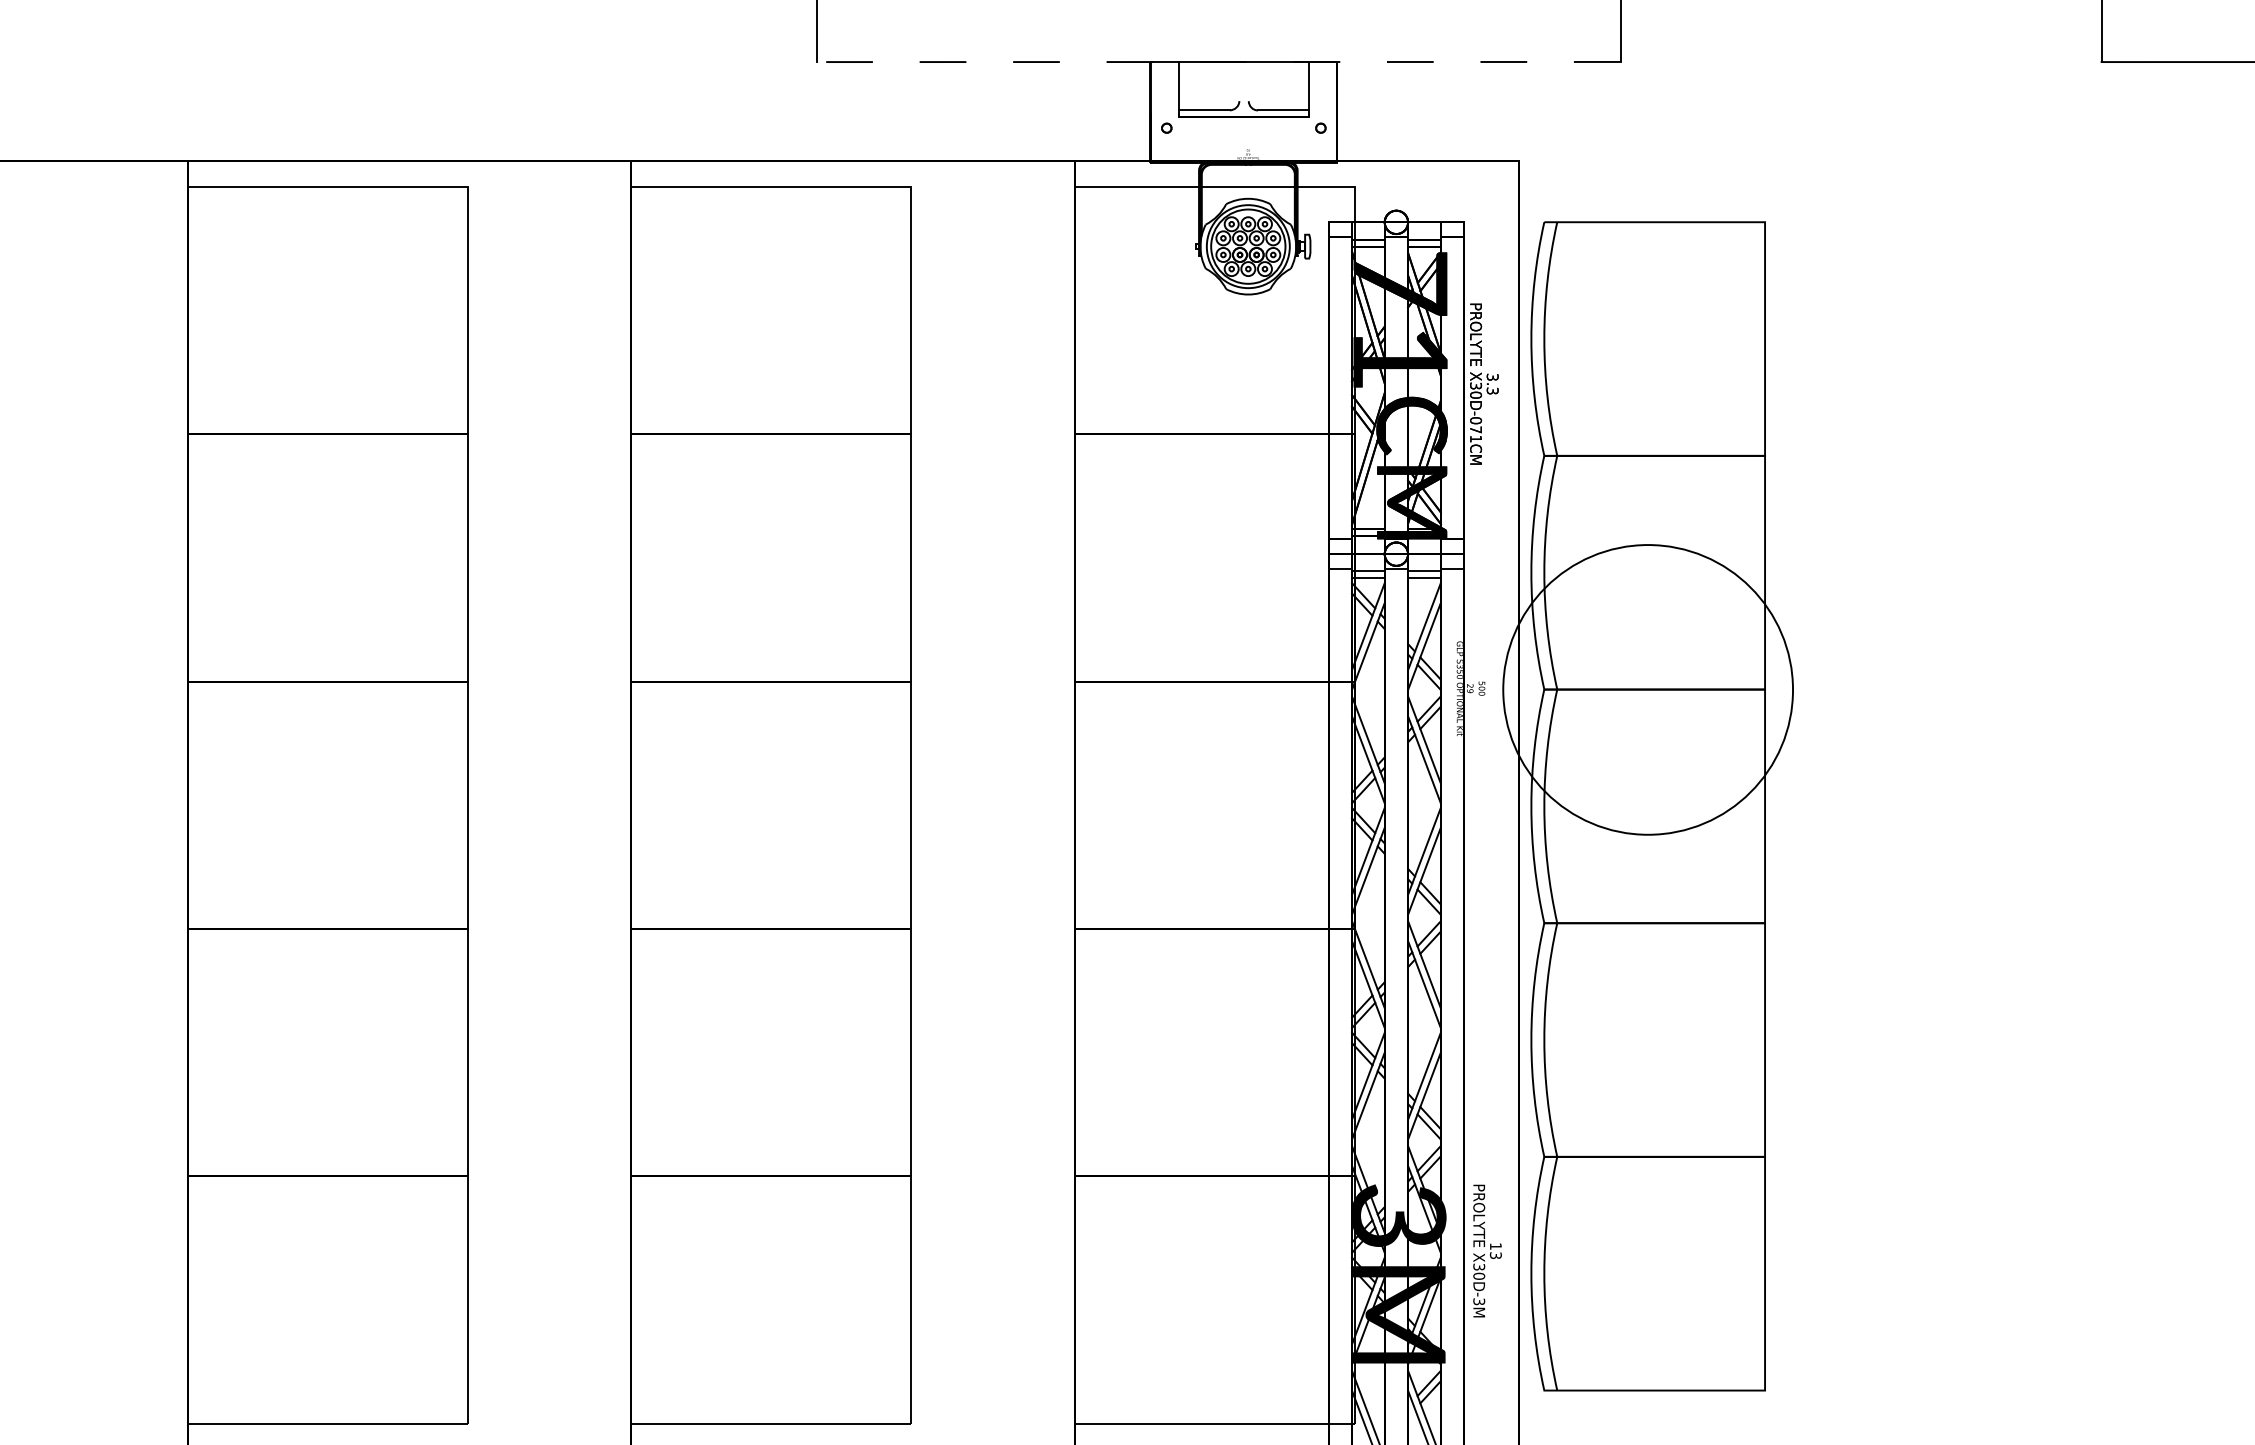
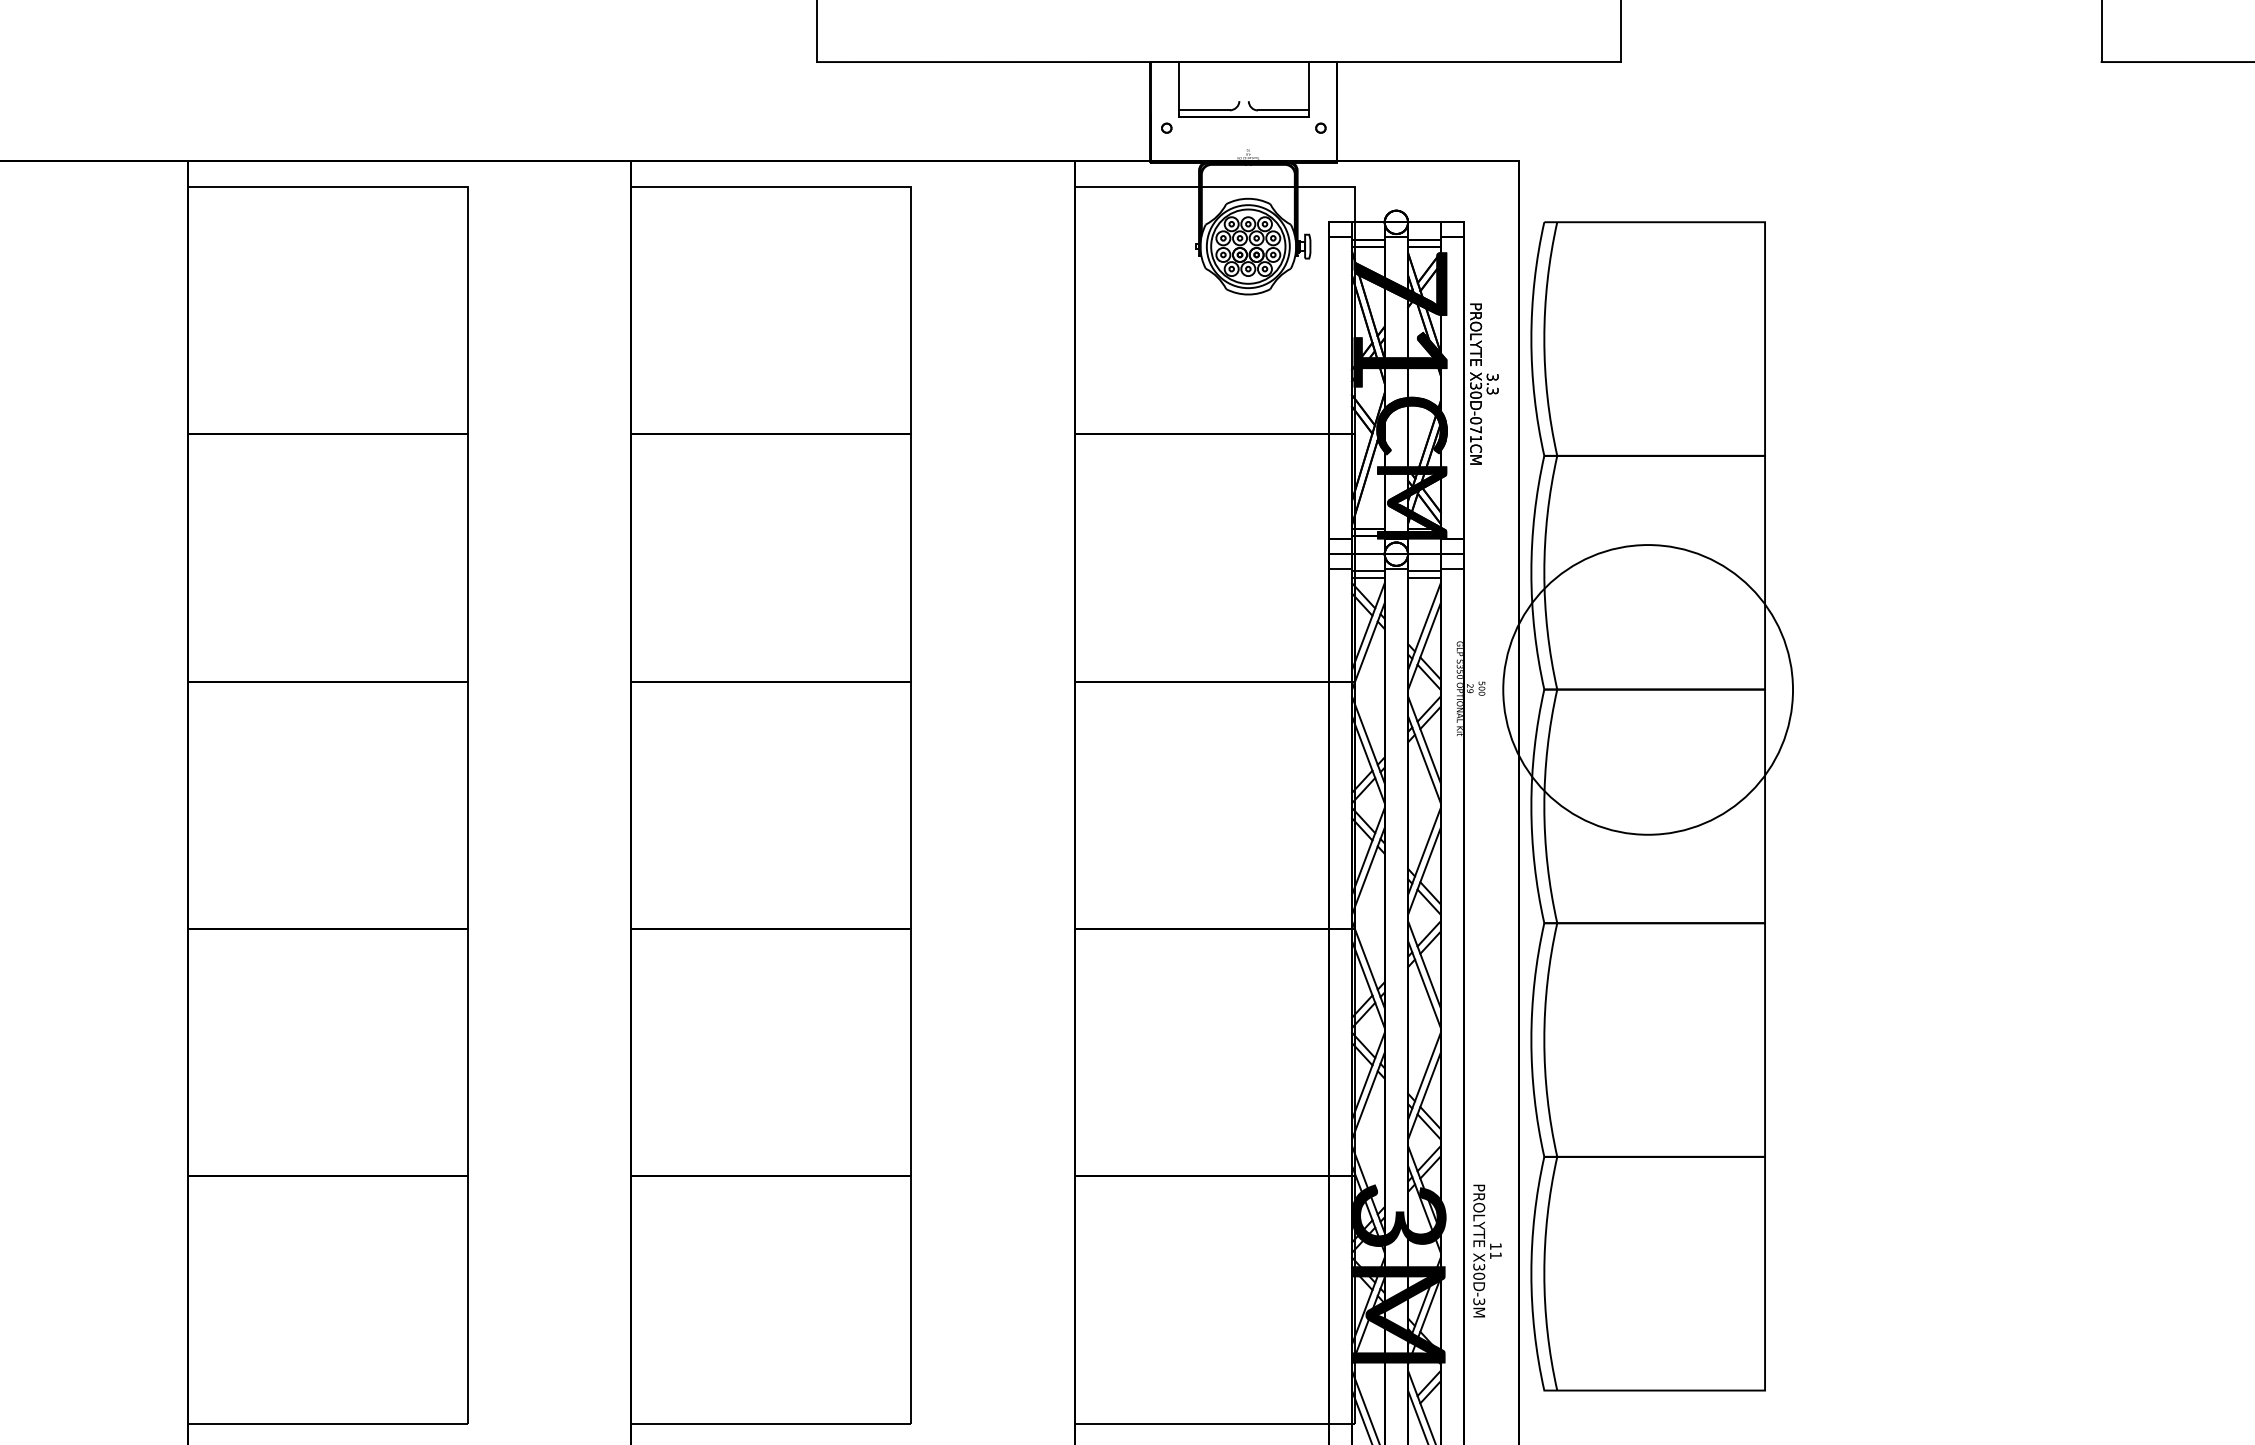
line at (1218, 62): dashed -> solid
text at (1495, 1255): 13 -> 11
